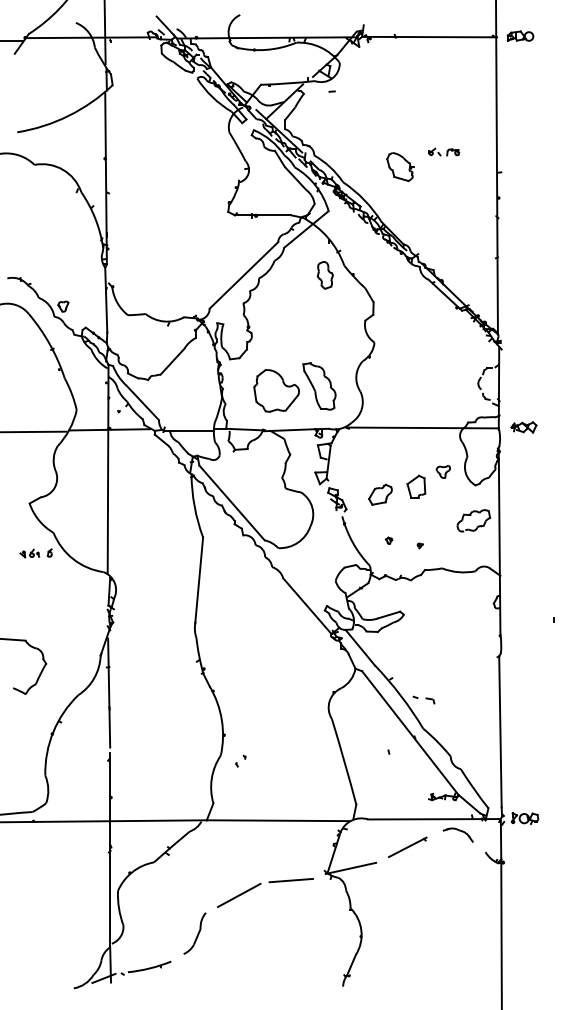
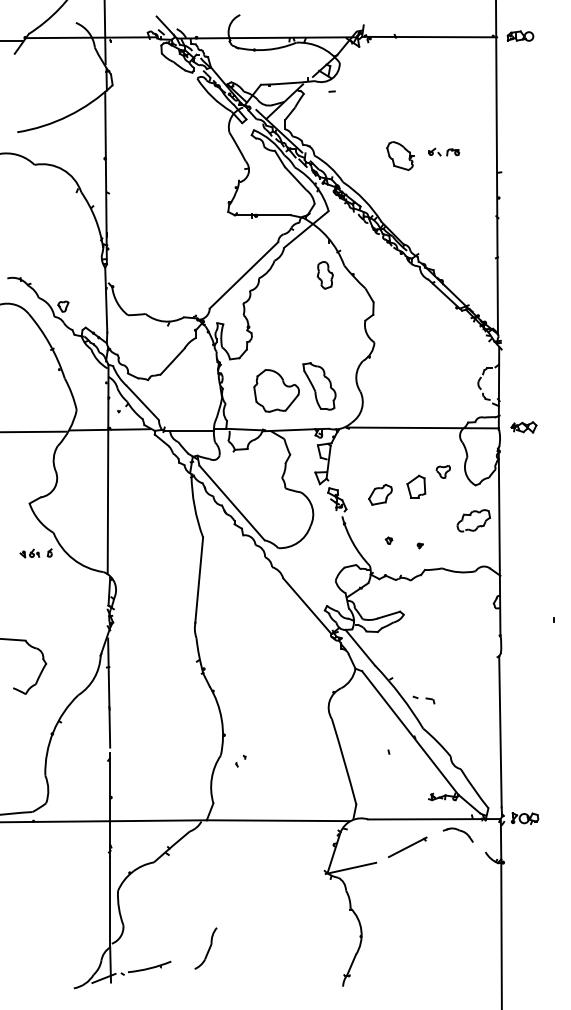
part at (400, 166) position: (400, 166) -> (400, 155)
line at (290, 880): present -> none
line at (238, 895): present -> none
part at (194, 933) position: (194, 933) -> (205, 948)
